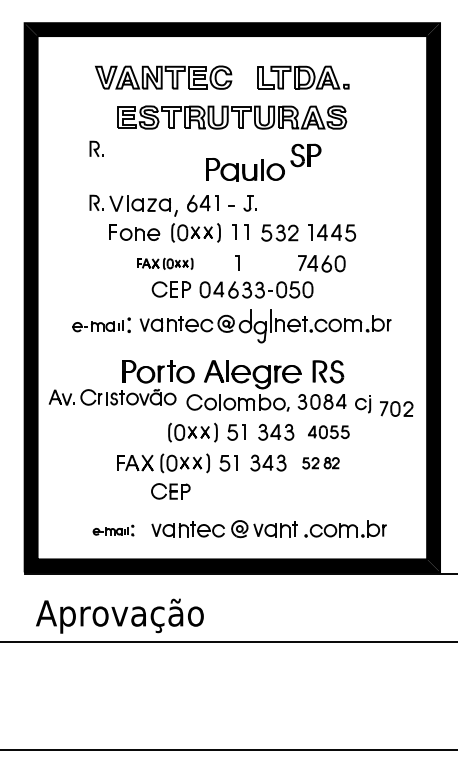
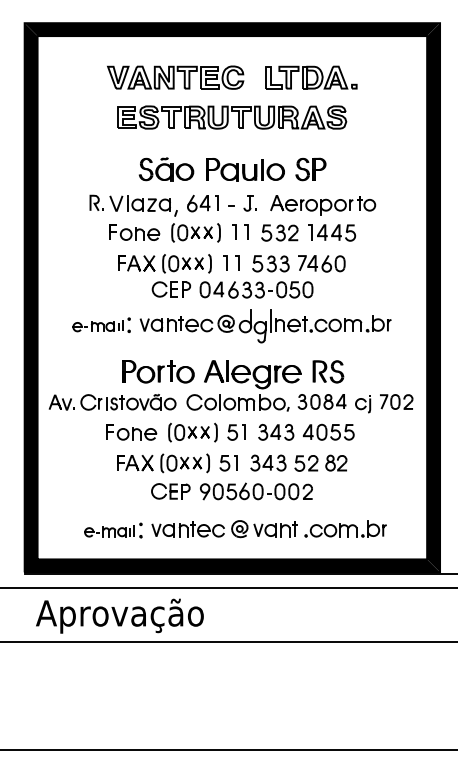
part at (163, 77) position: (163, 77) -> (175, 77)
part at (303, 77) position: (303, 77) -> (311, 77)
part at (96, 148): present -> none
part at (305, 155) position: (305, 155) -> (310, 169)
part at (166, 169): none -> present
part at (323, 205): none -> present
line at (226, 262): none -> present
part at (165, 263) size: 57x13 px -> 94x20 px
part at (270, 263): none -> present
part at (112, 397) position: (112, 397) -> (112, 402)
part at (396, 408) position: (396, 408) -> (396, 401)
part at (131, 432): none -> present
part at (328, 432) size: 42x15 px -> 52x18 px
part at (320, 463) size: 38x13 px -> 54x18 px
part at (256, 491): none -> present
part at (113, 530) size: 43x13 px -> 59x17 px
line at (228, 588): none -> present
